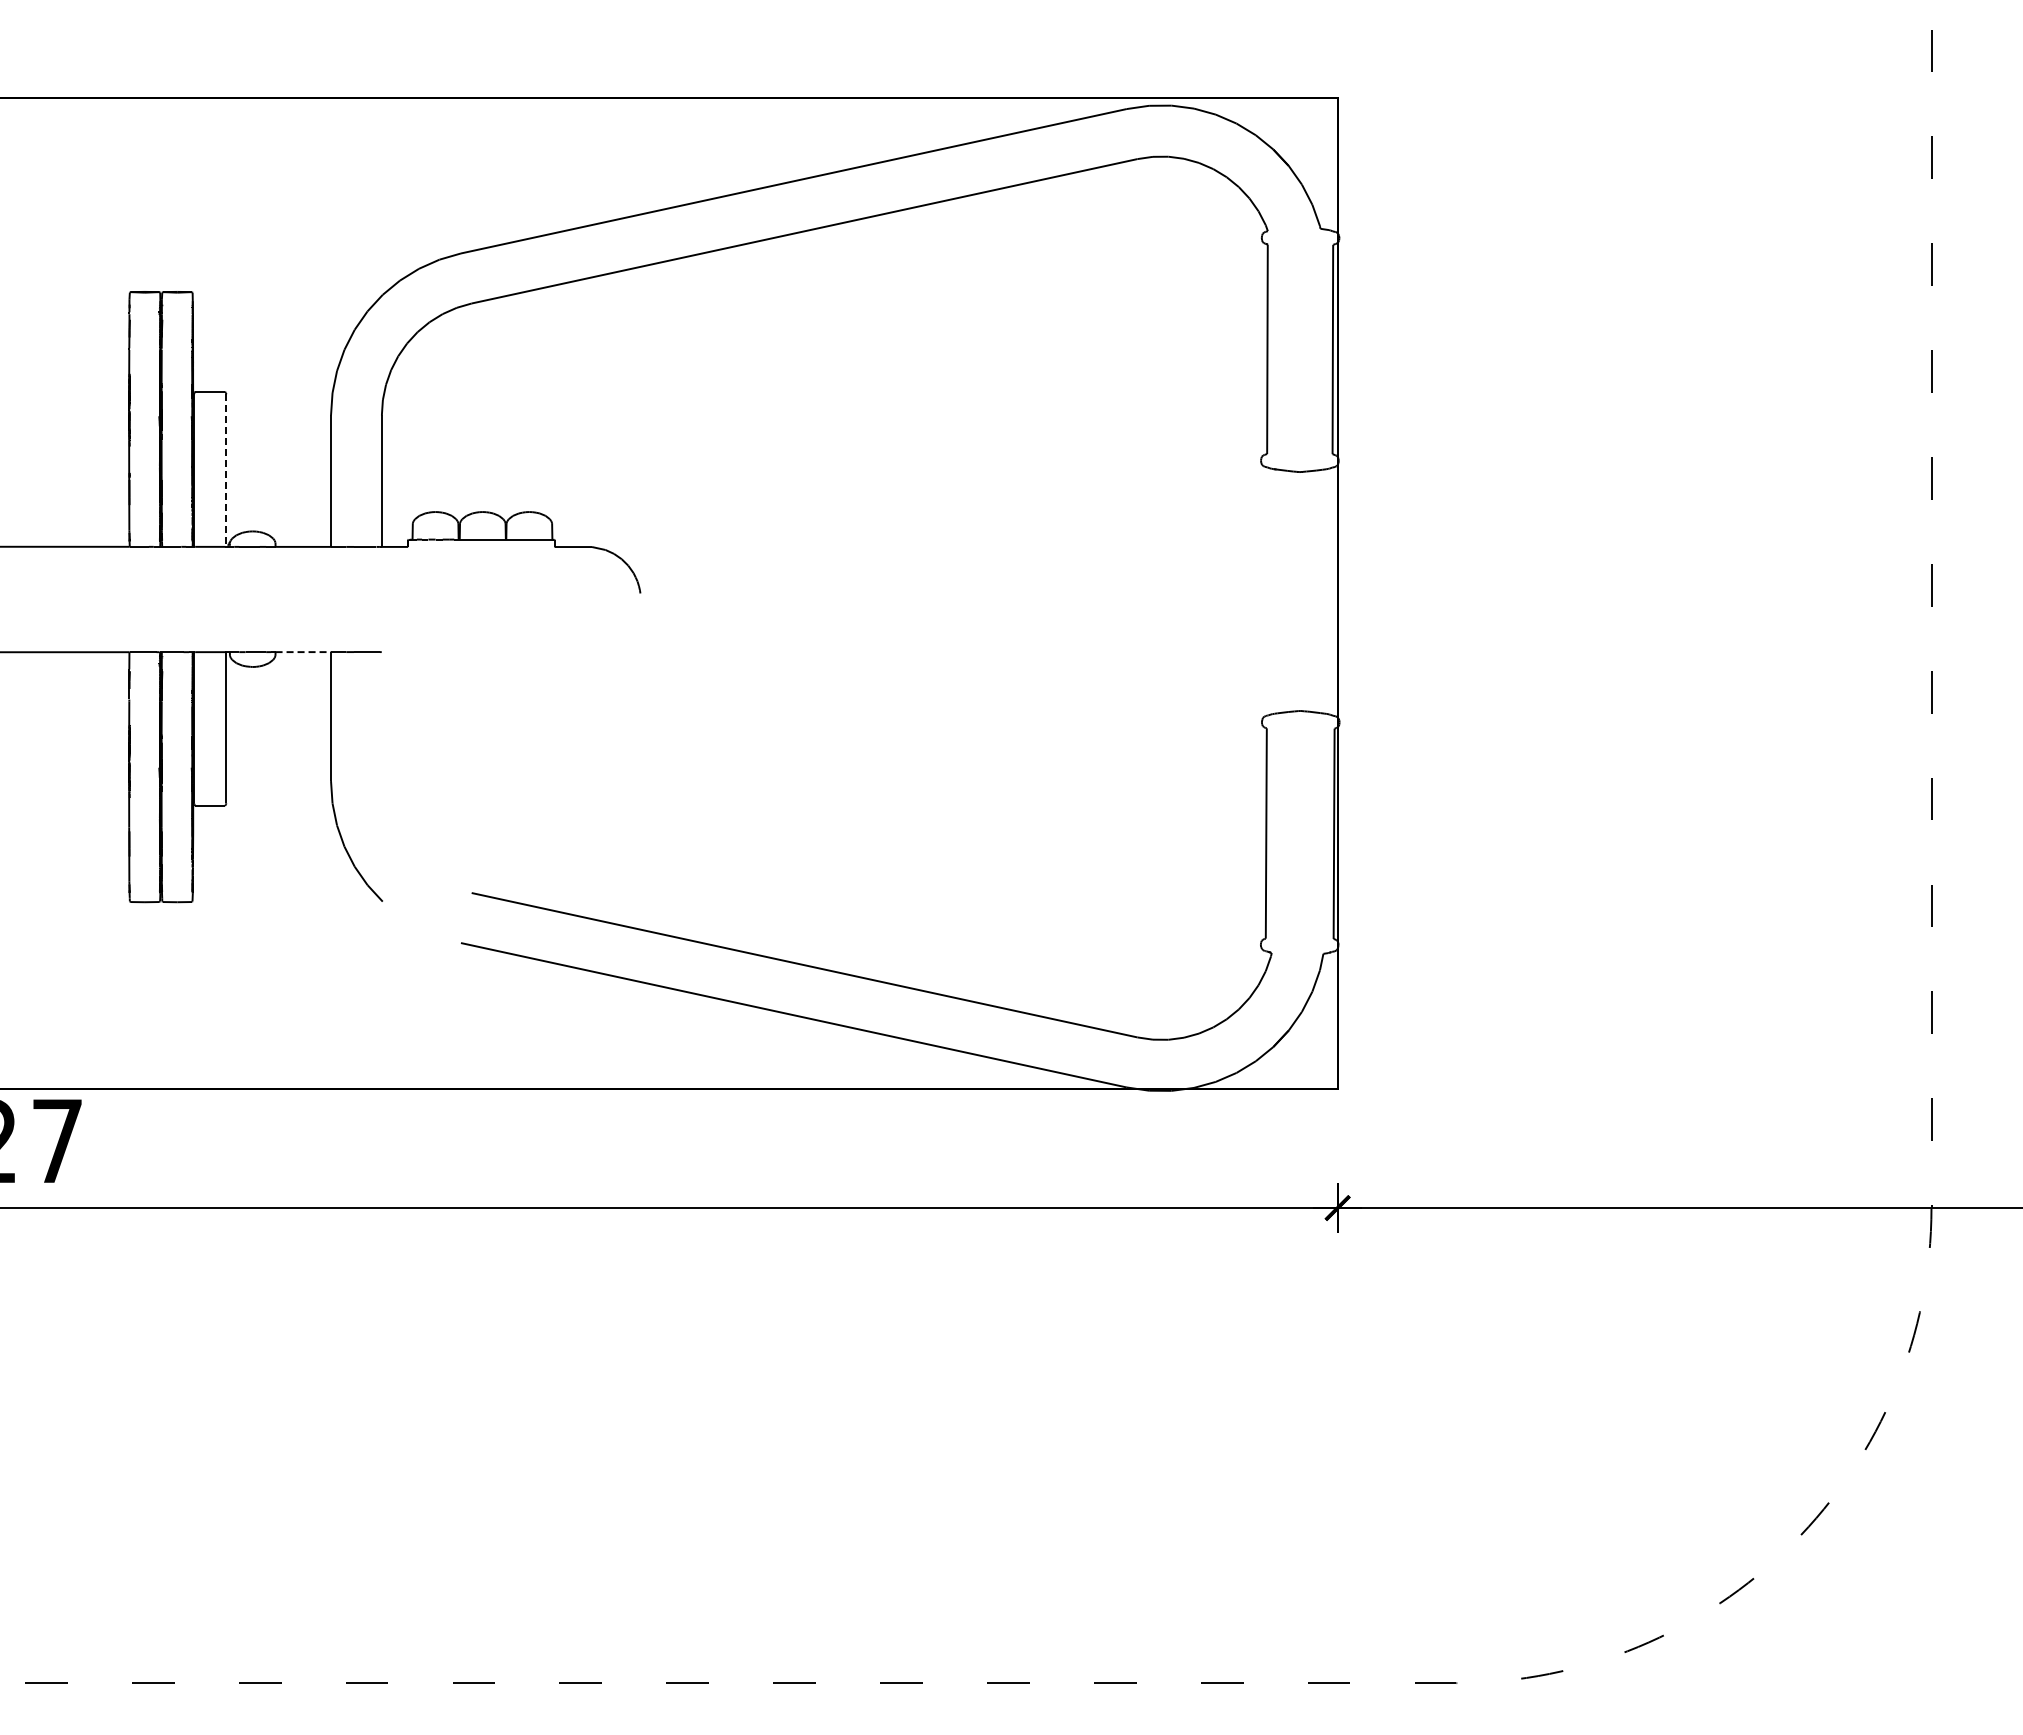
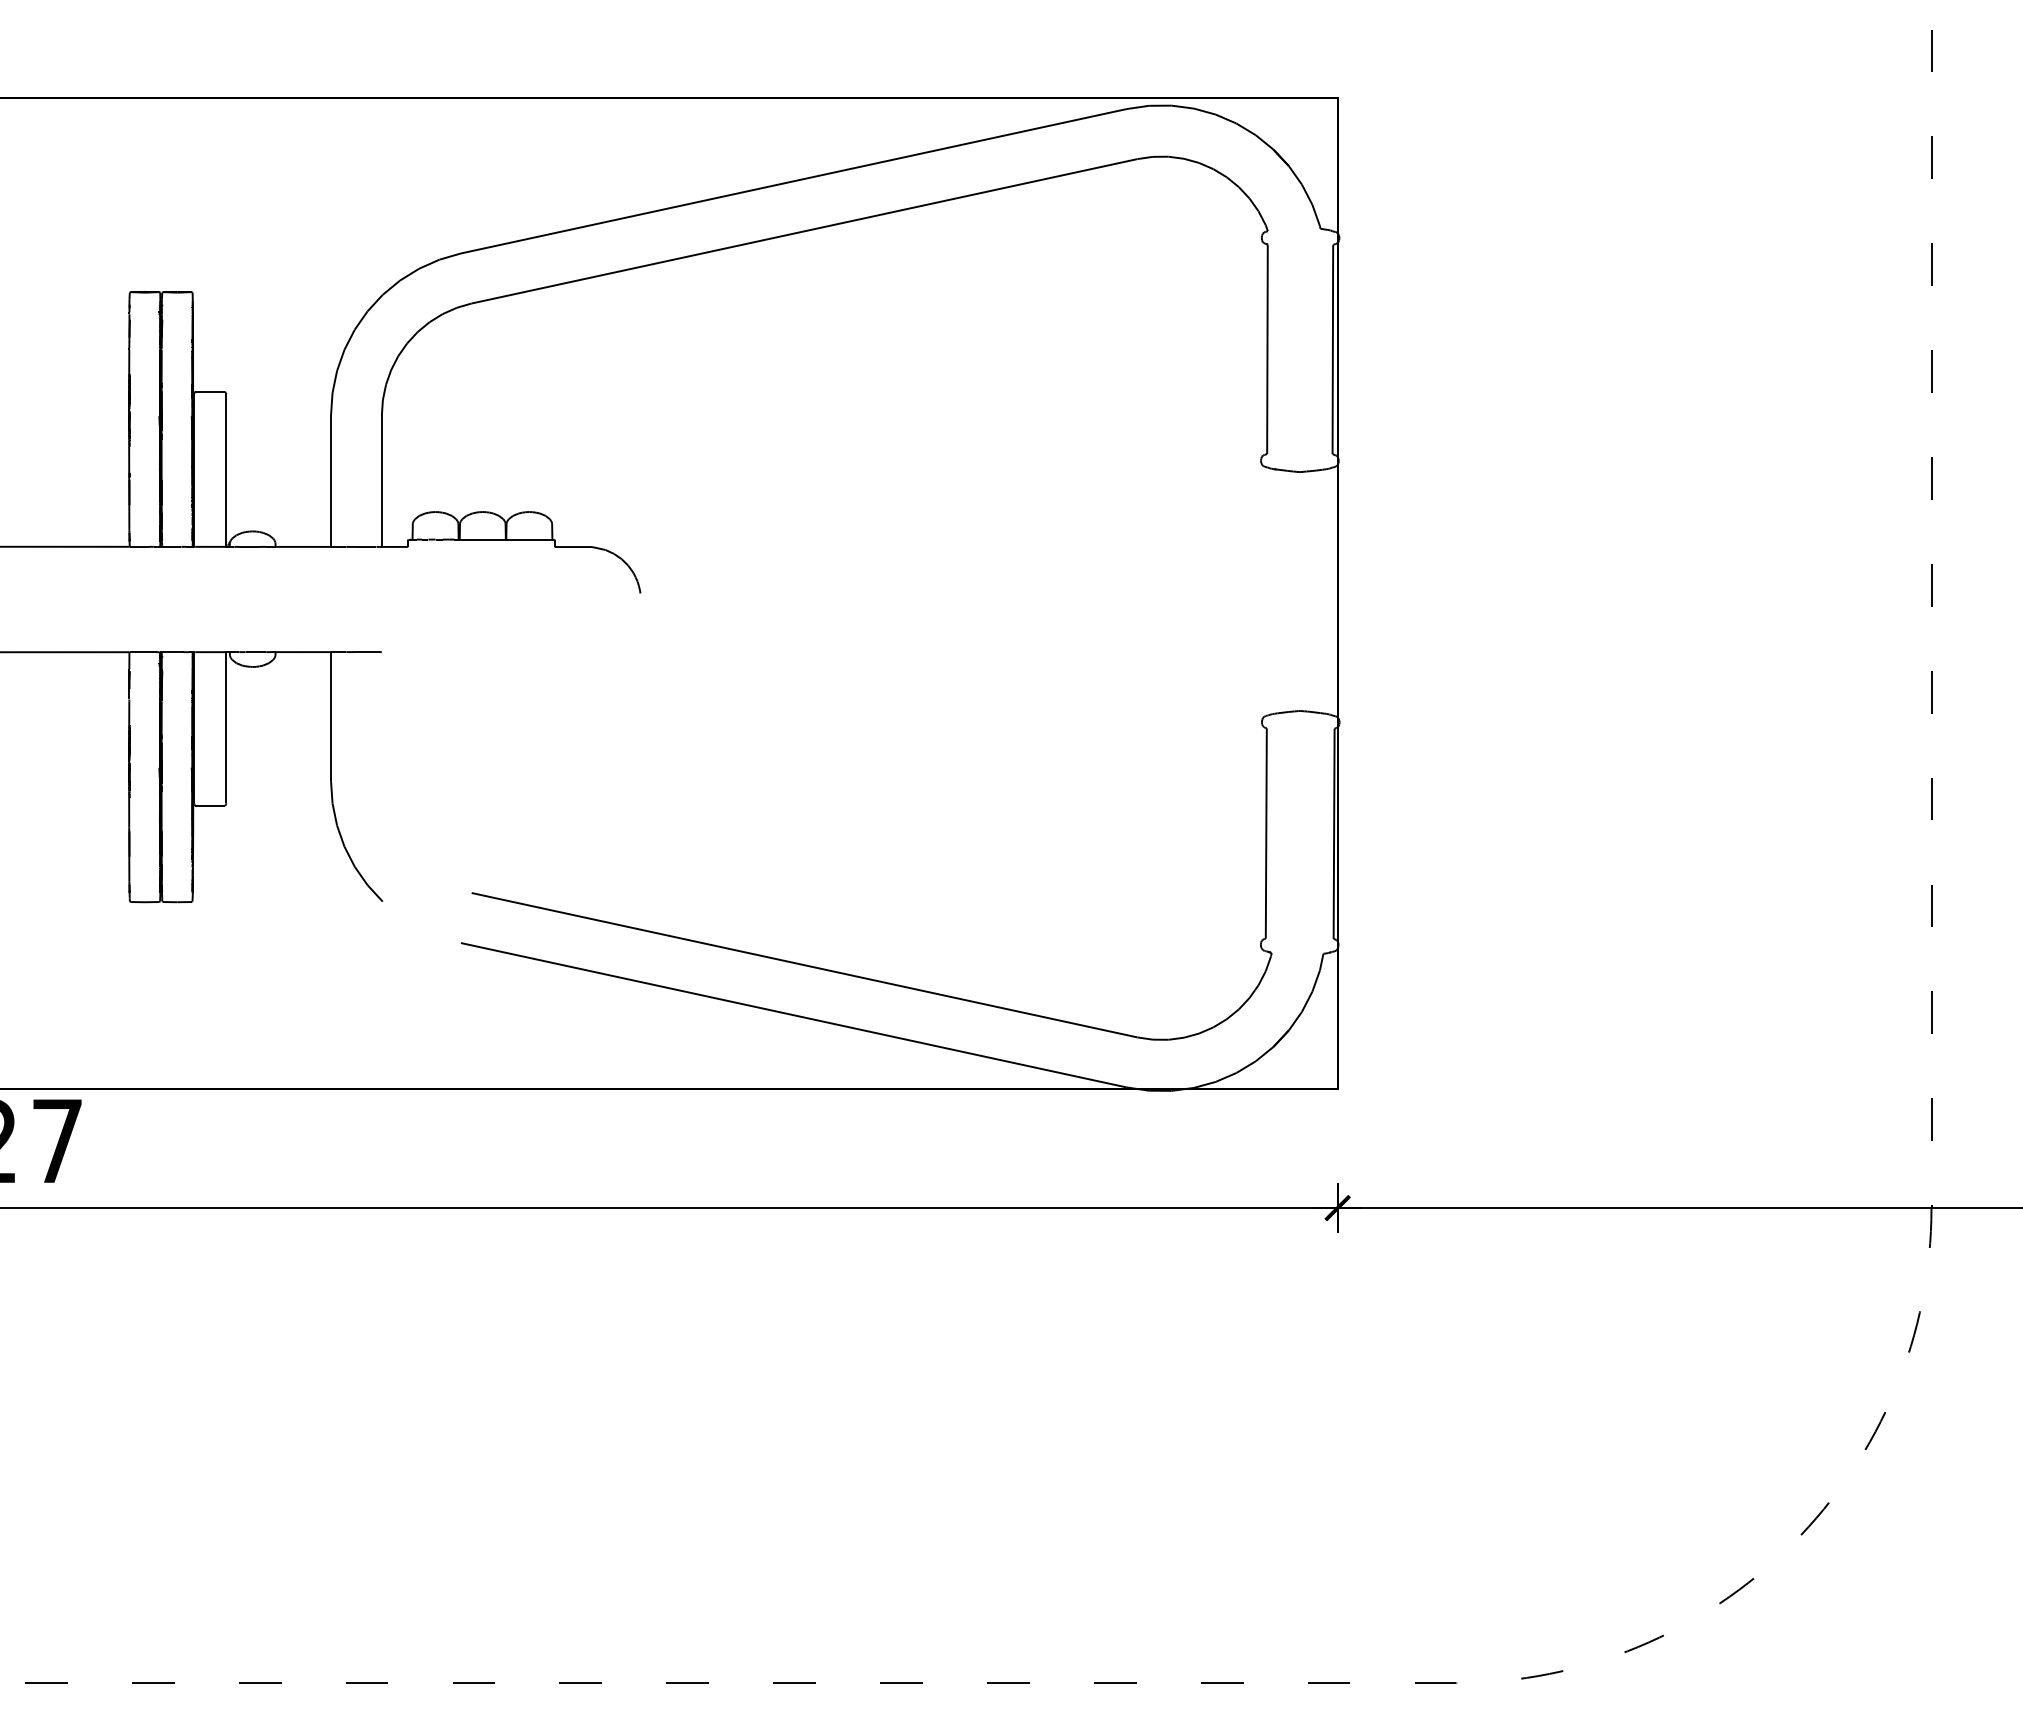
line at (226, 471): dashed -> solid
line at (303, 652): dashed -> solid
